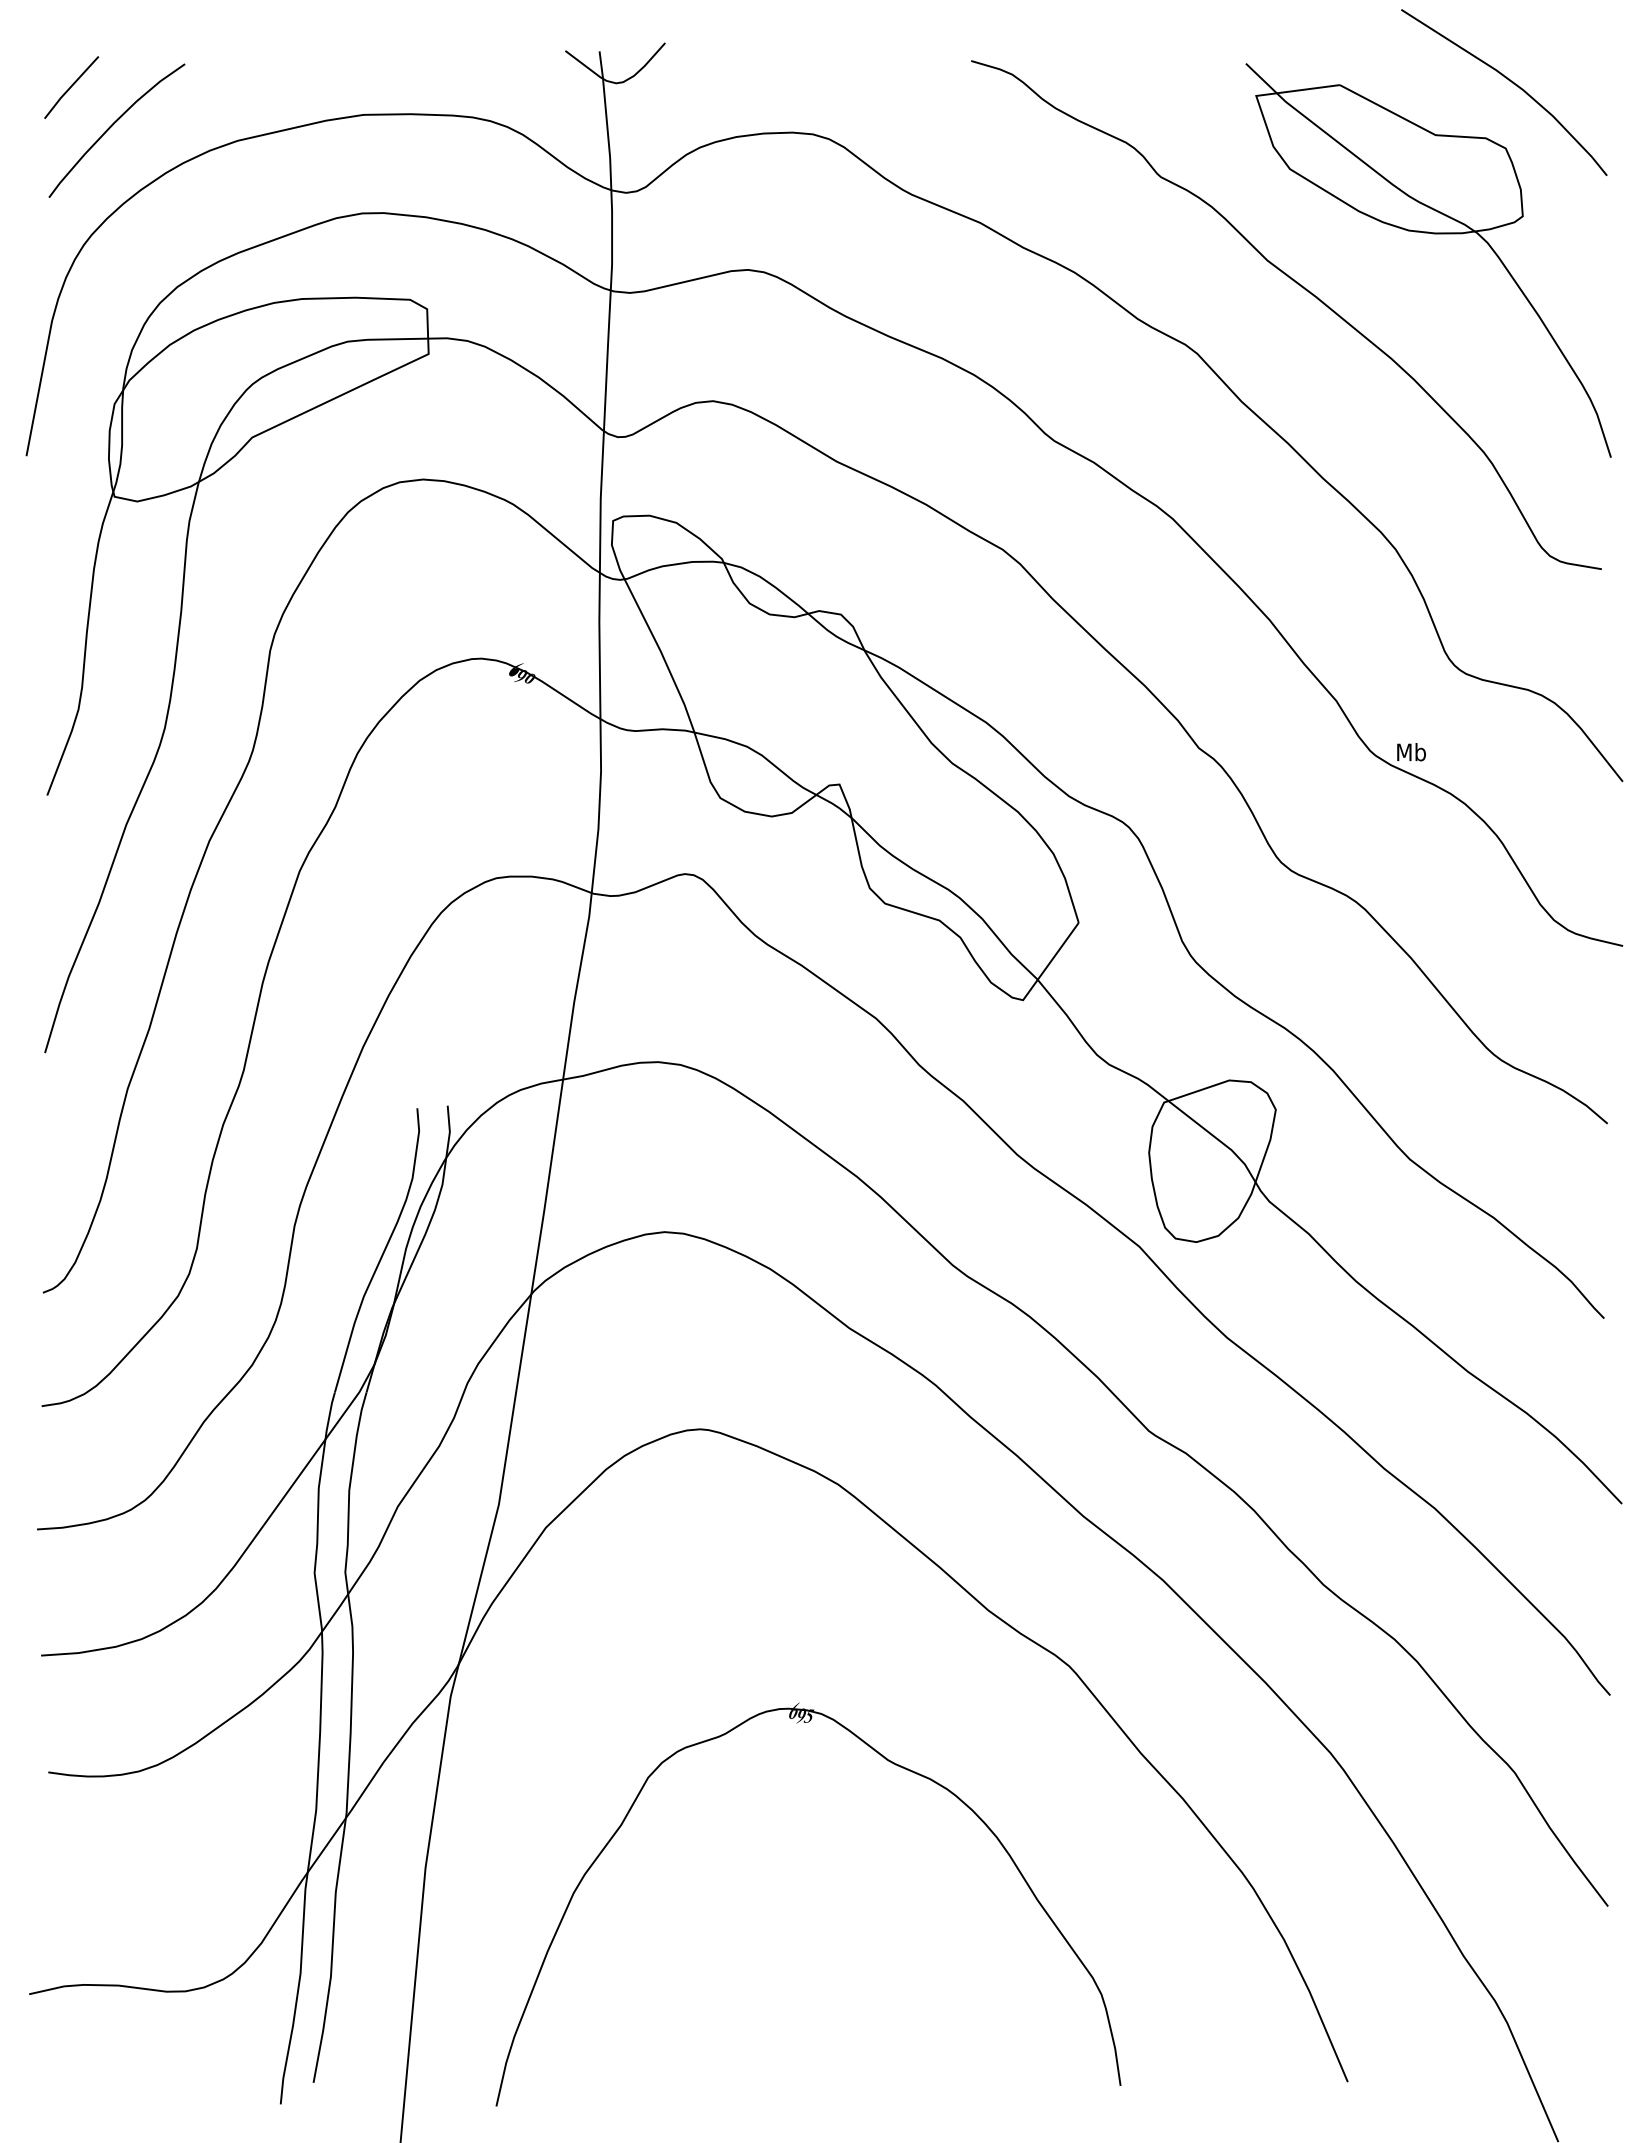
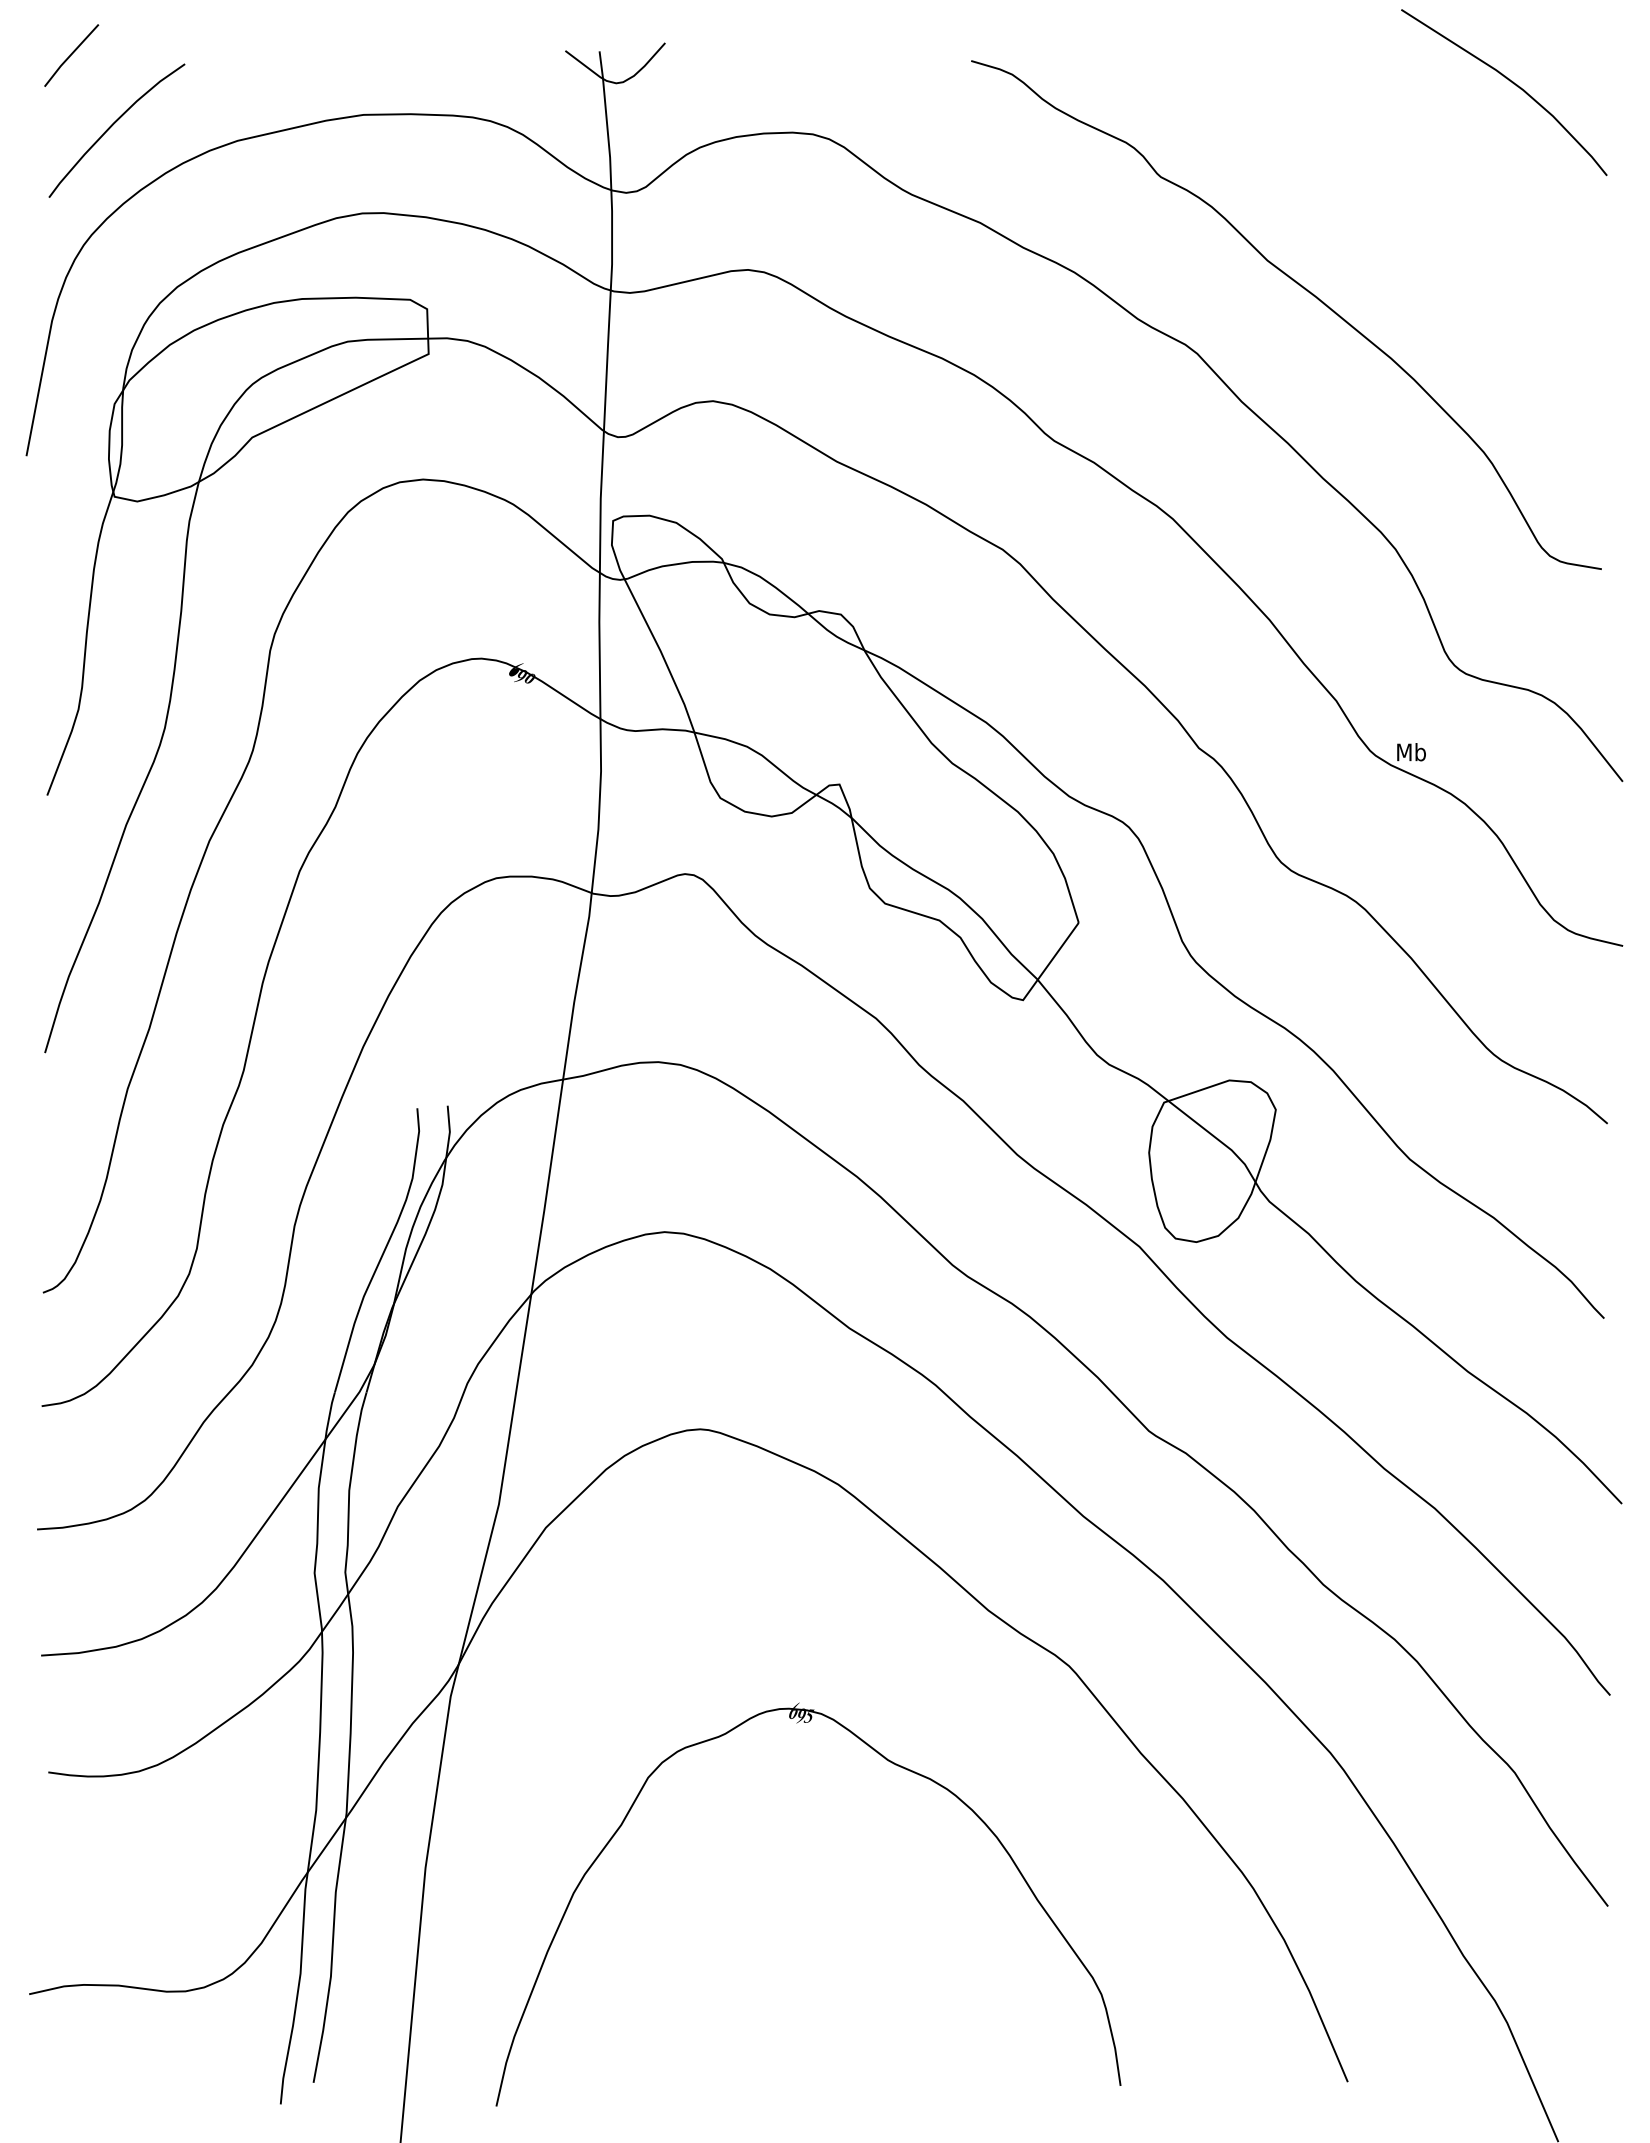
line at (71, 87) position: (71, 87) -> (71, 55)
part at (1432, 234): present -> none
